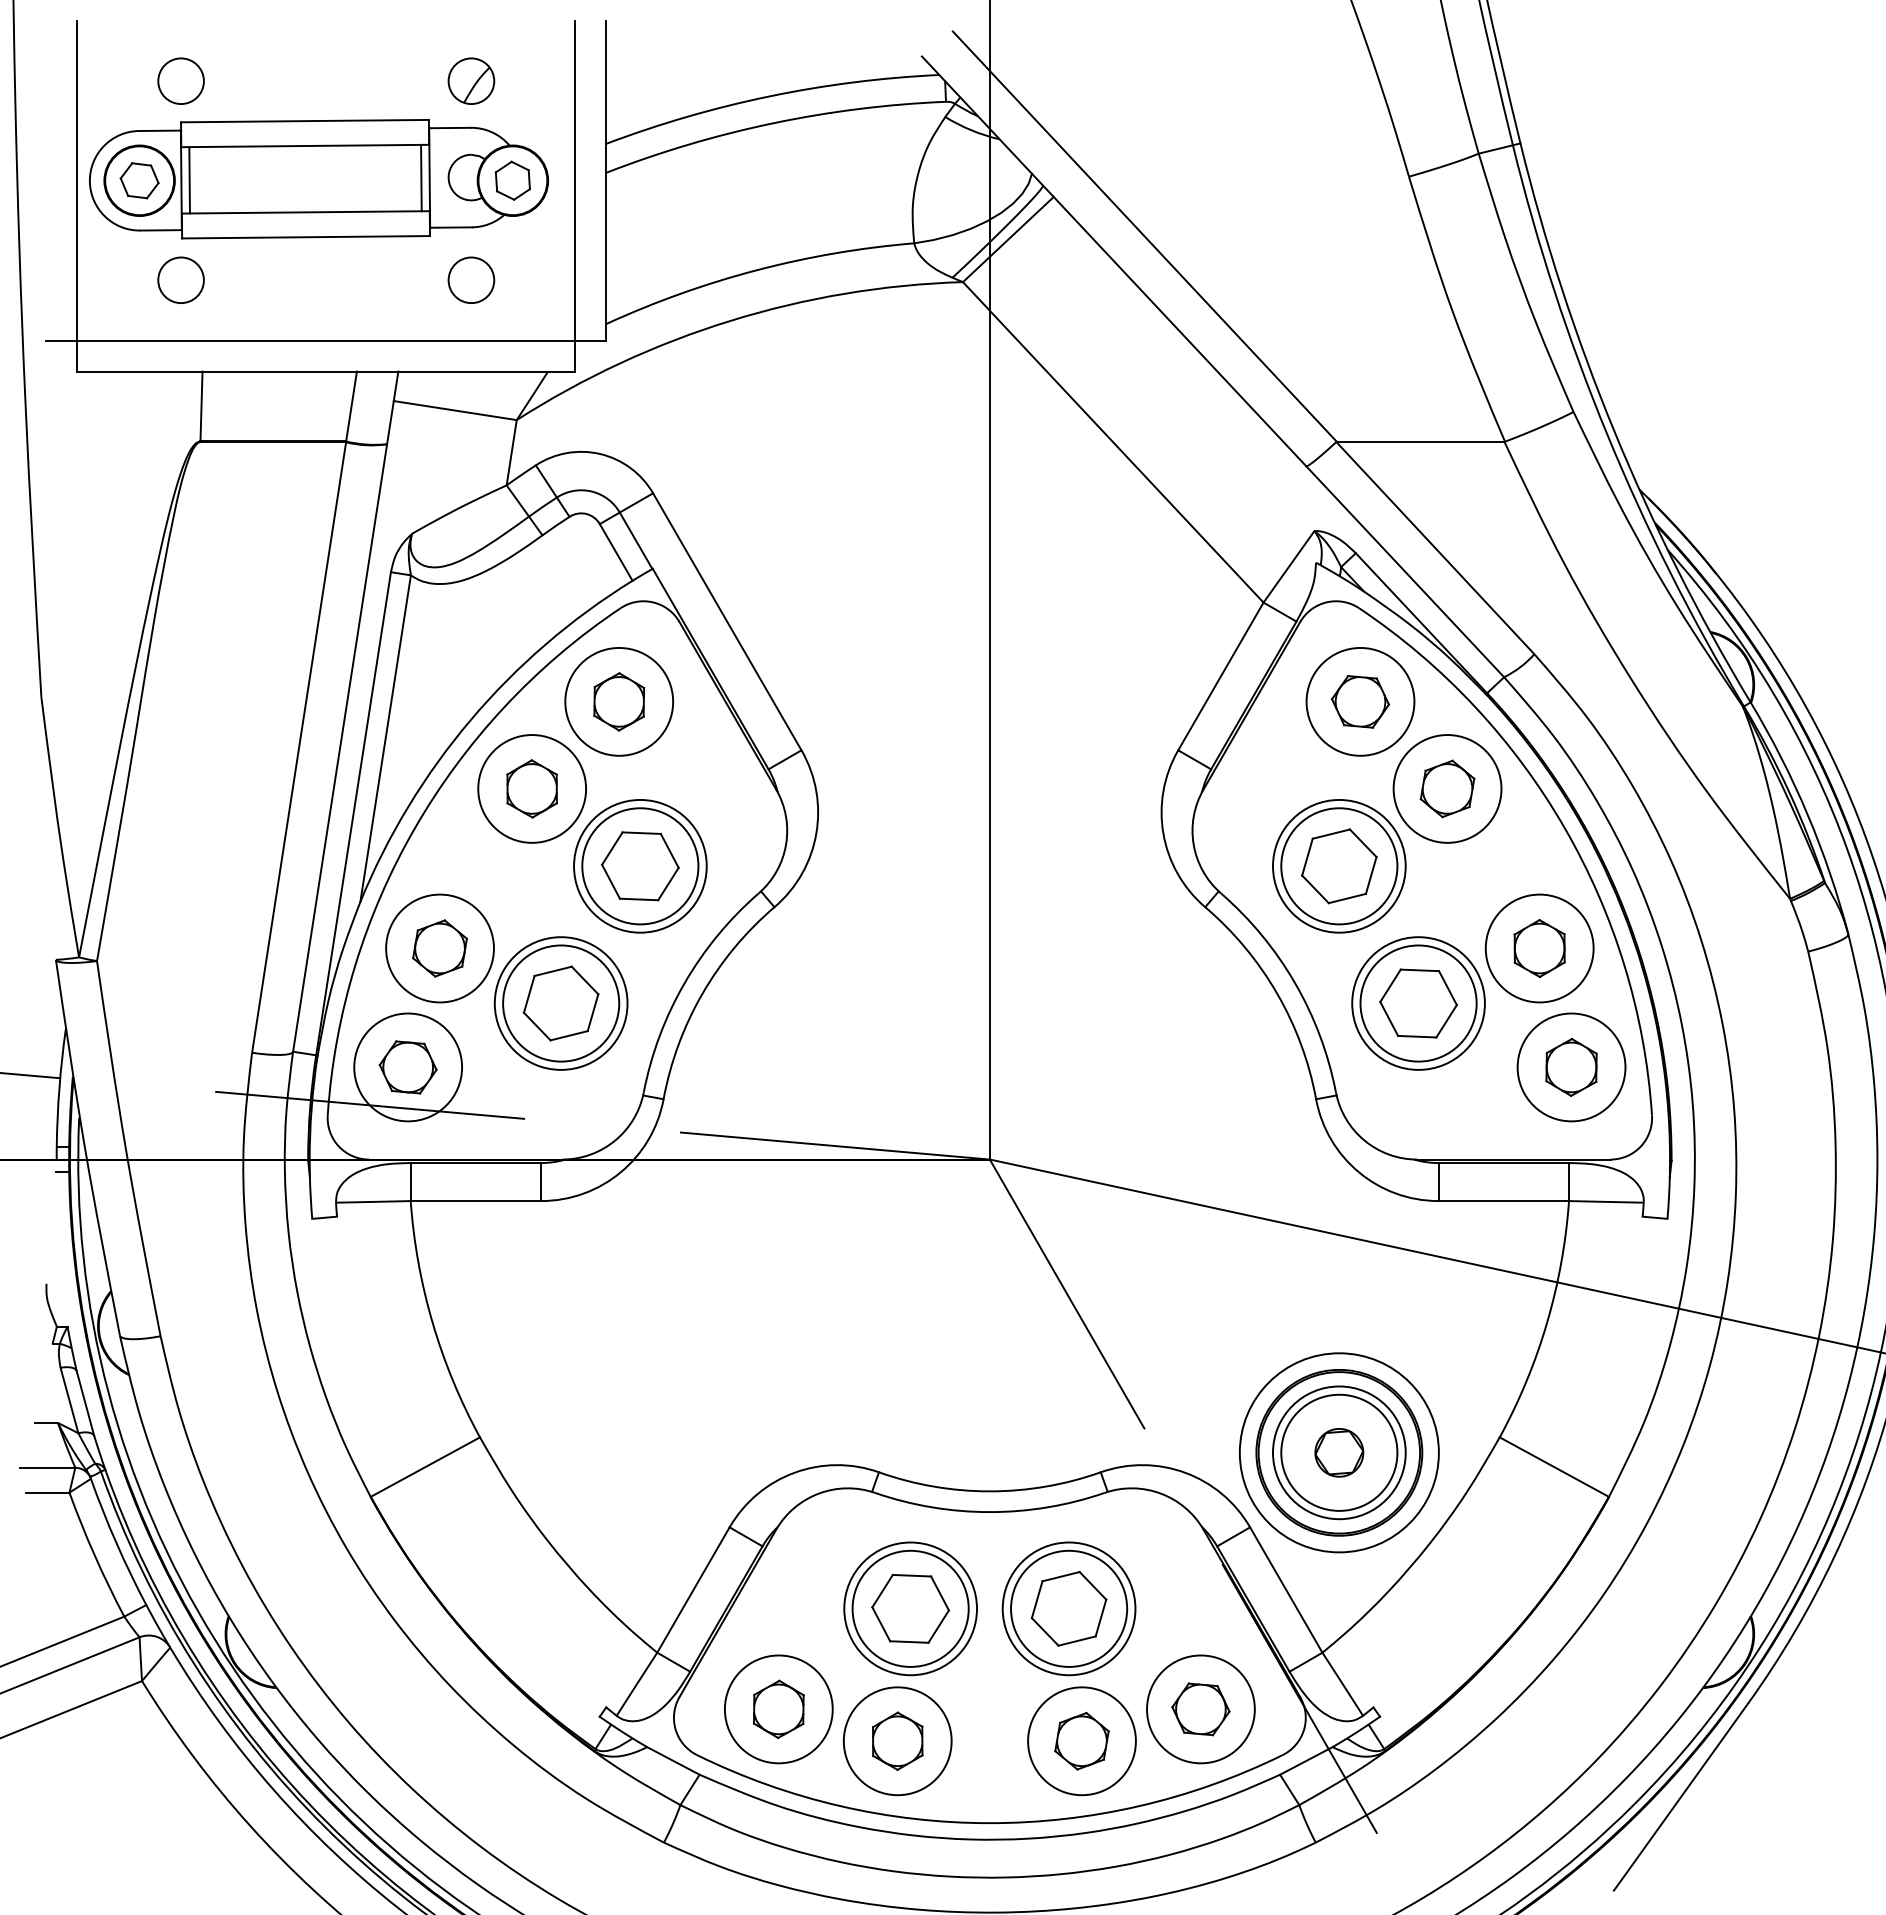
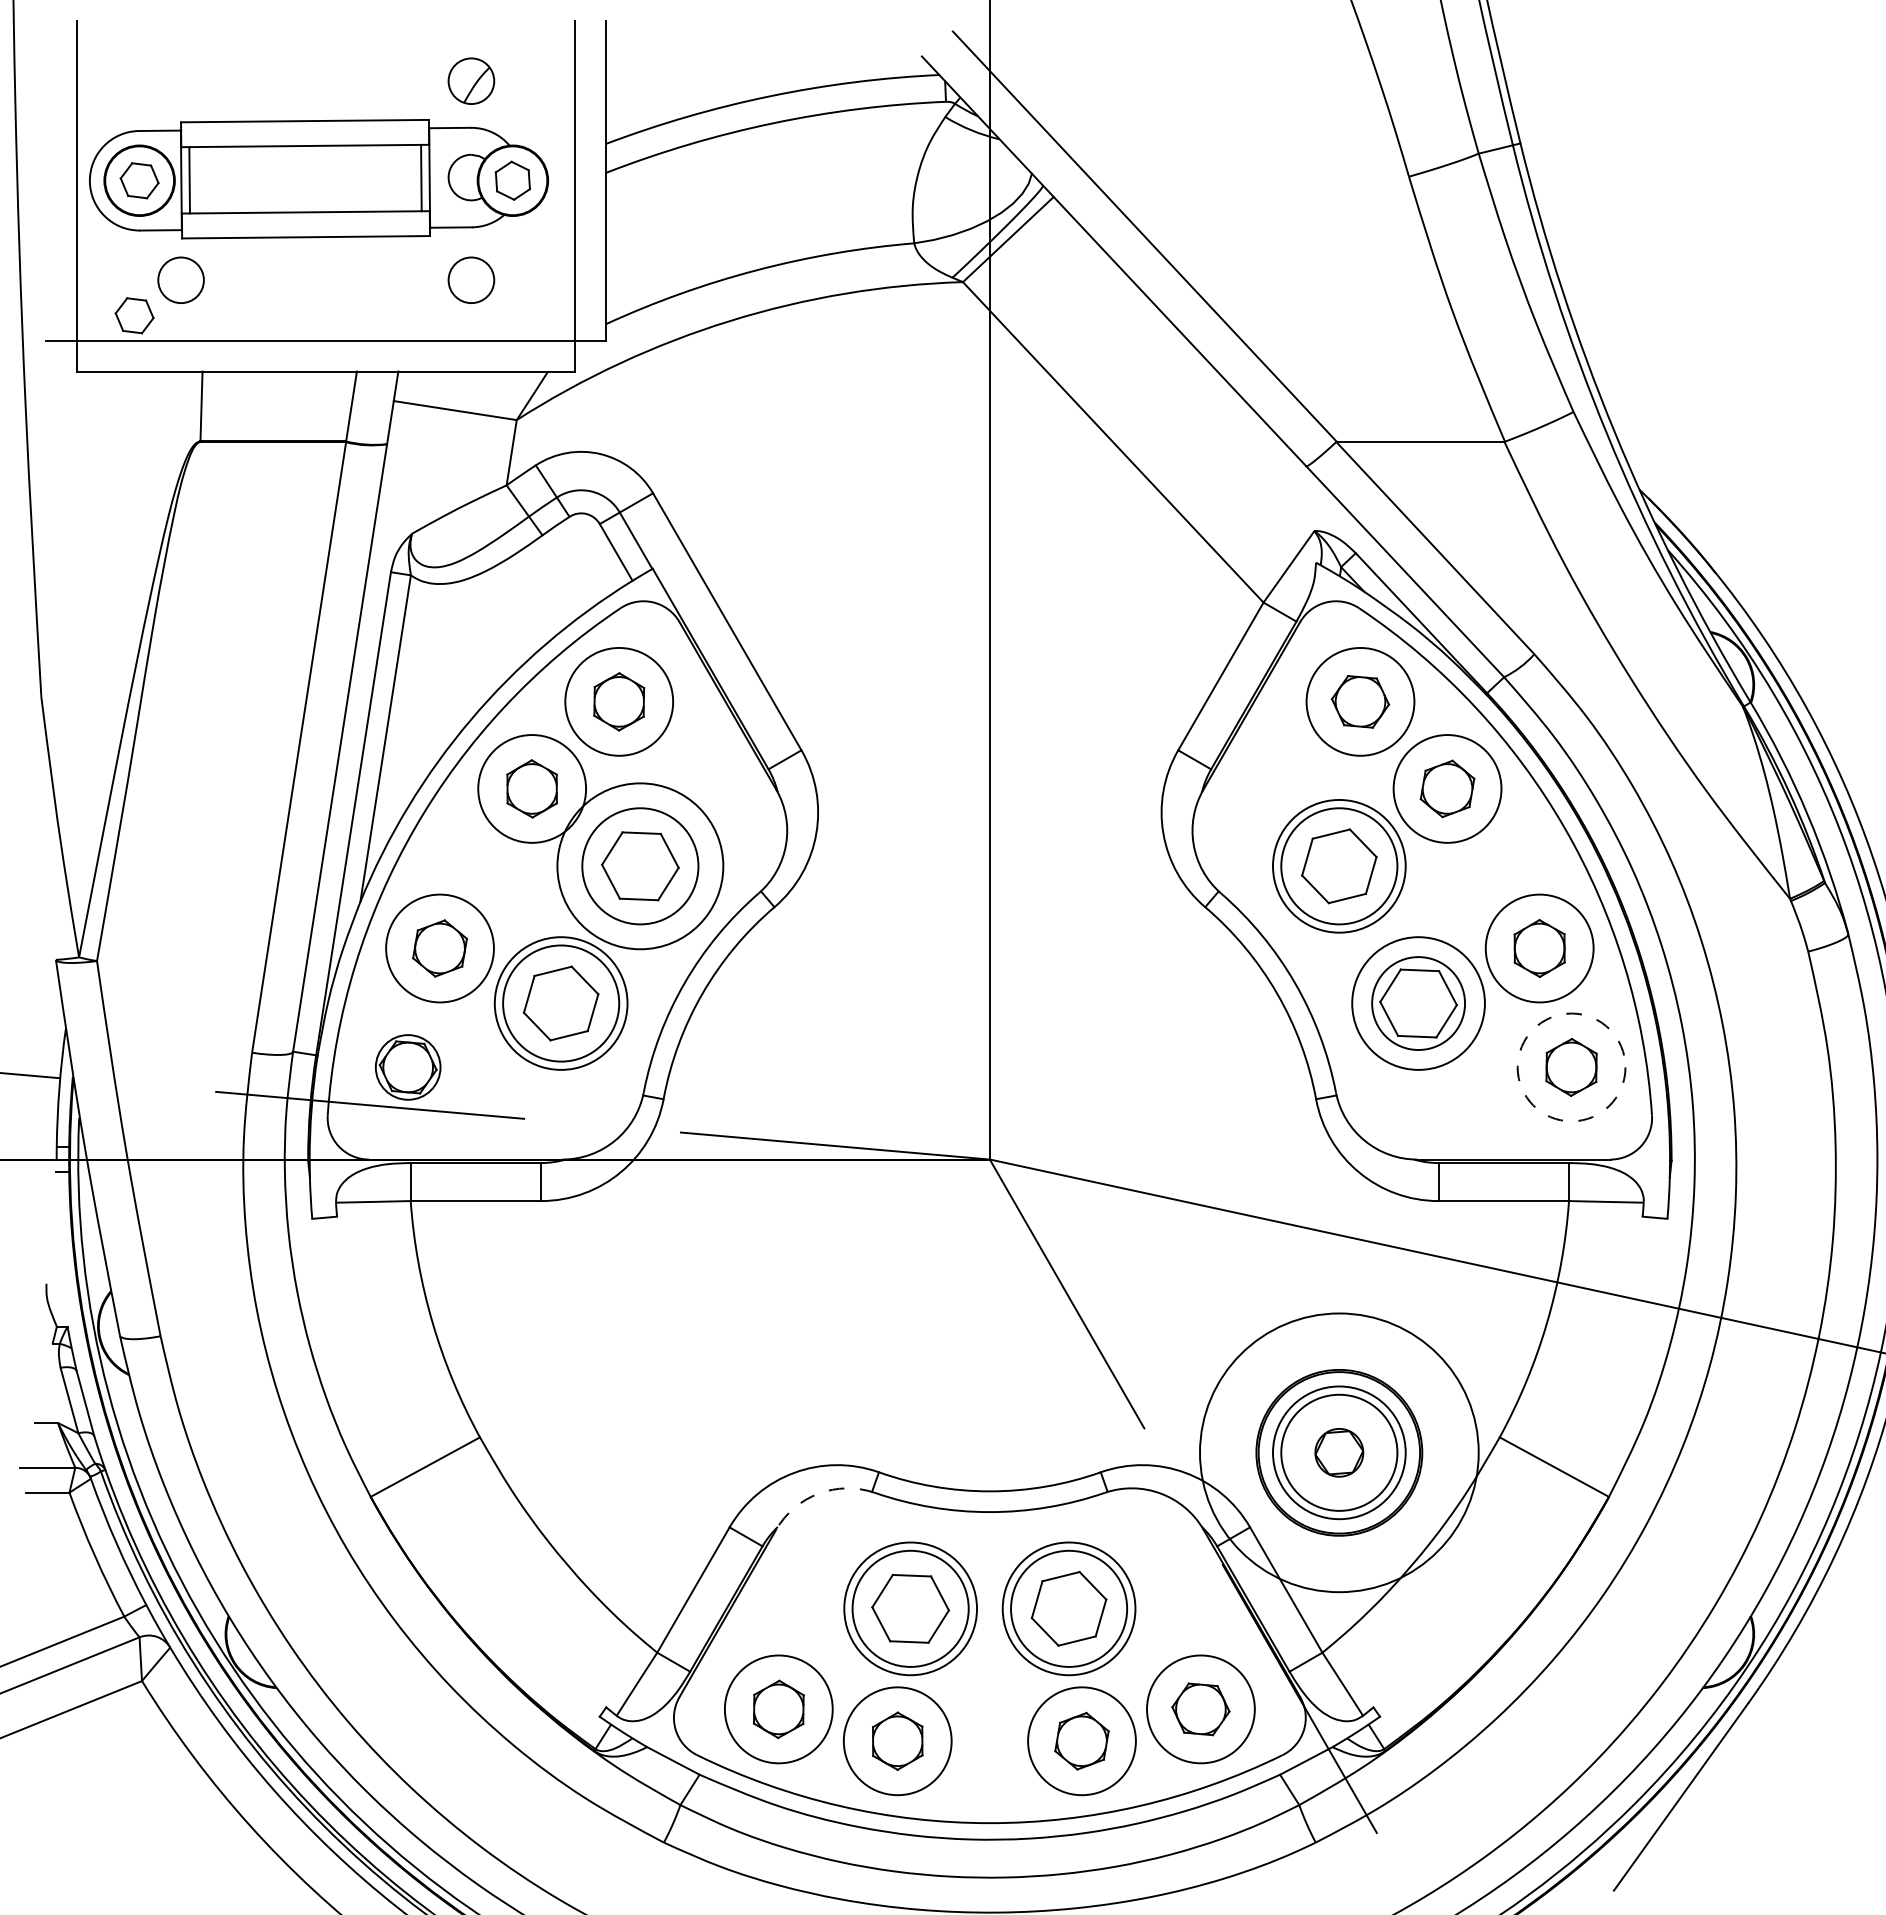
circle at (180, 80): present -> none
part at (134, 315): none -> present
circle at (640, 865) diameter: 133 px -> 166 px
circle at (1418, 1003) diameter: 116 px -> 93 px
circle at (408, 1067) diameter: 108 px -> 65 px
circle at (1571, 1067): solid -> dashed
circle at (1338, 1452) diameter: 199 px -> 279 px
arc at (818, 1493): solid -> dashed
